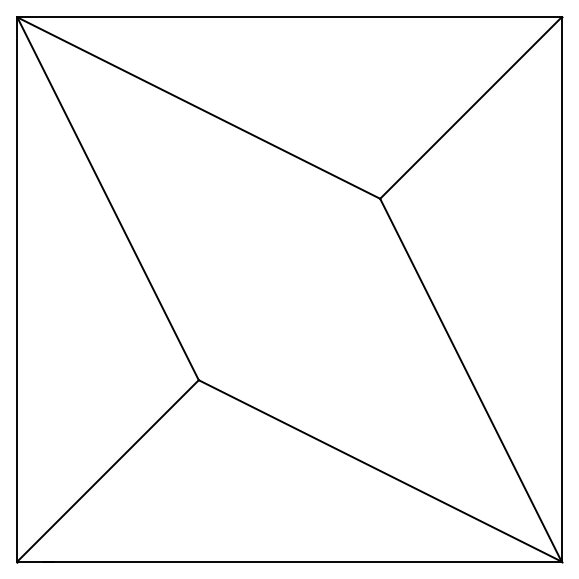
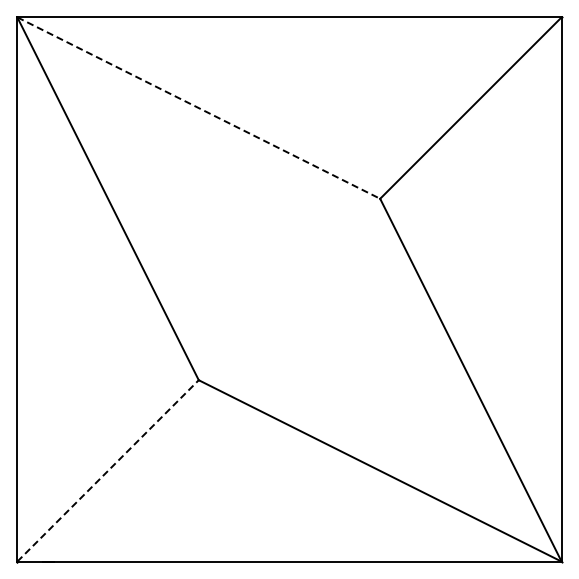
line at (198, 108): solid -> dashed
line at (108, 470): solid -> dashed
